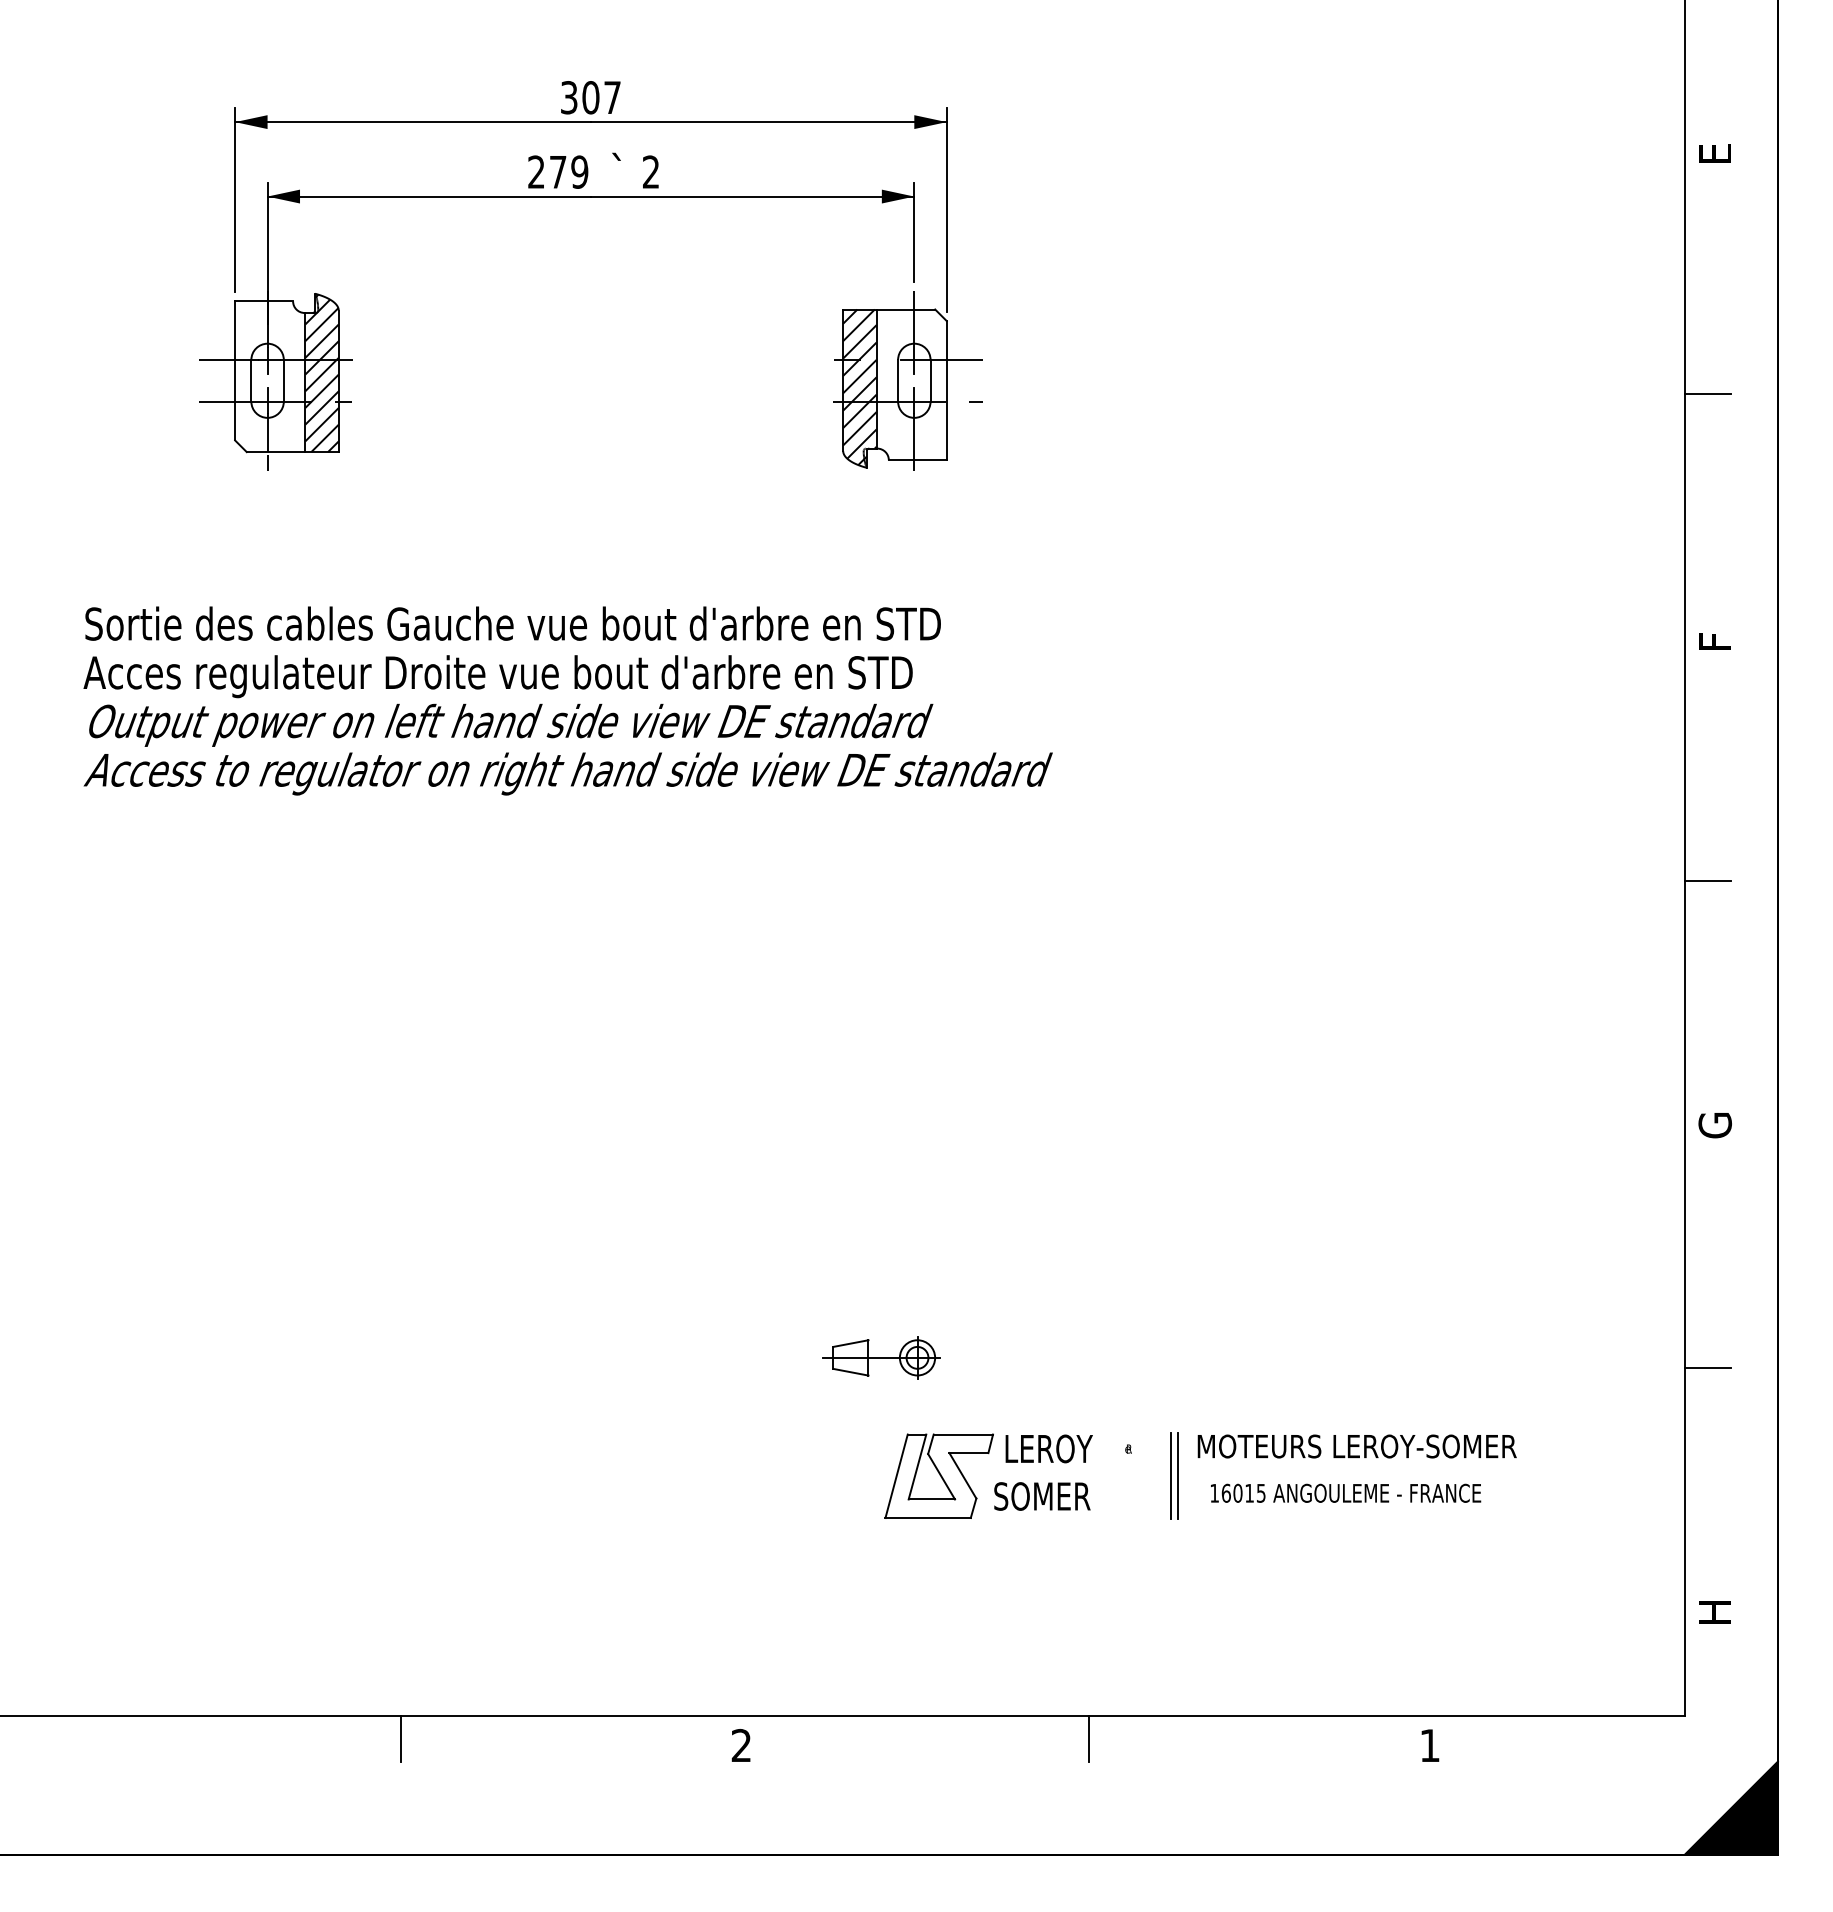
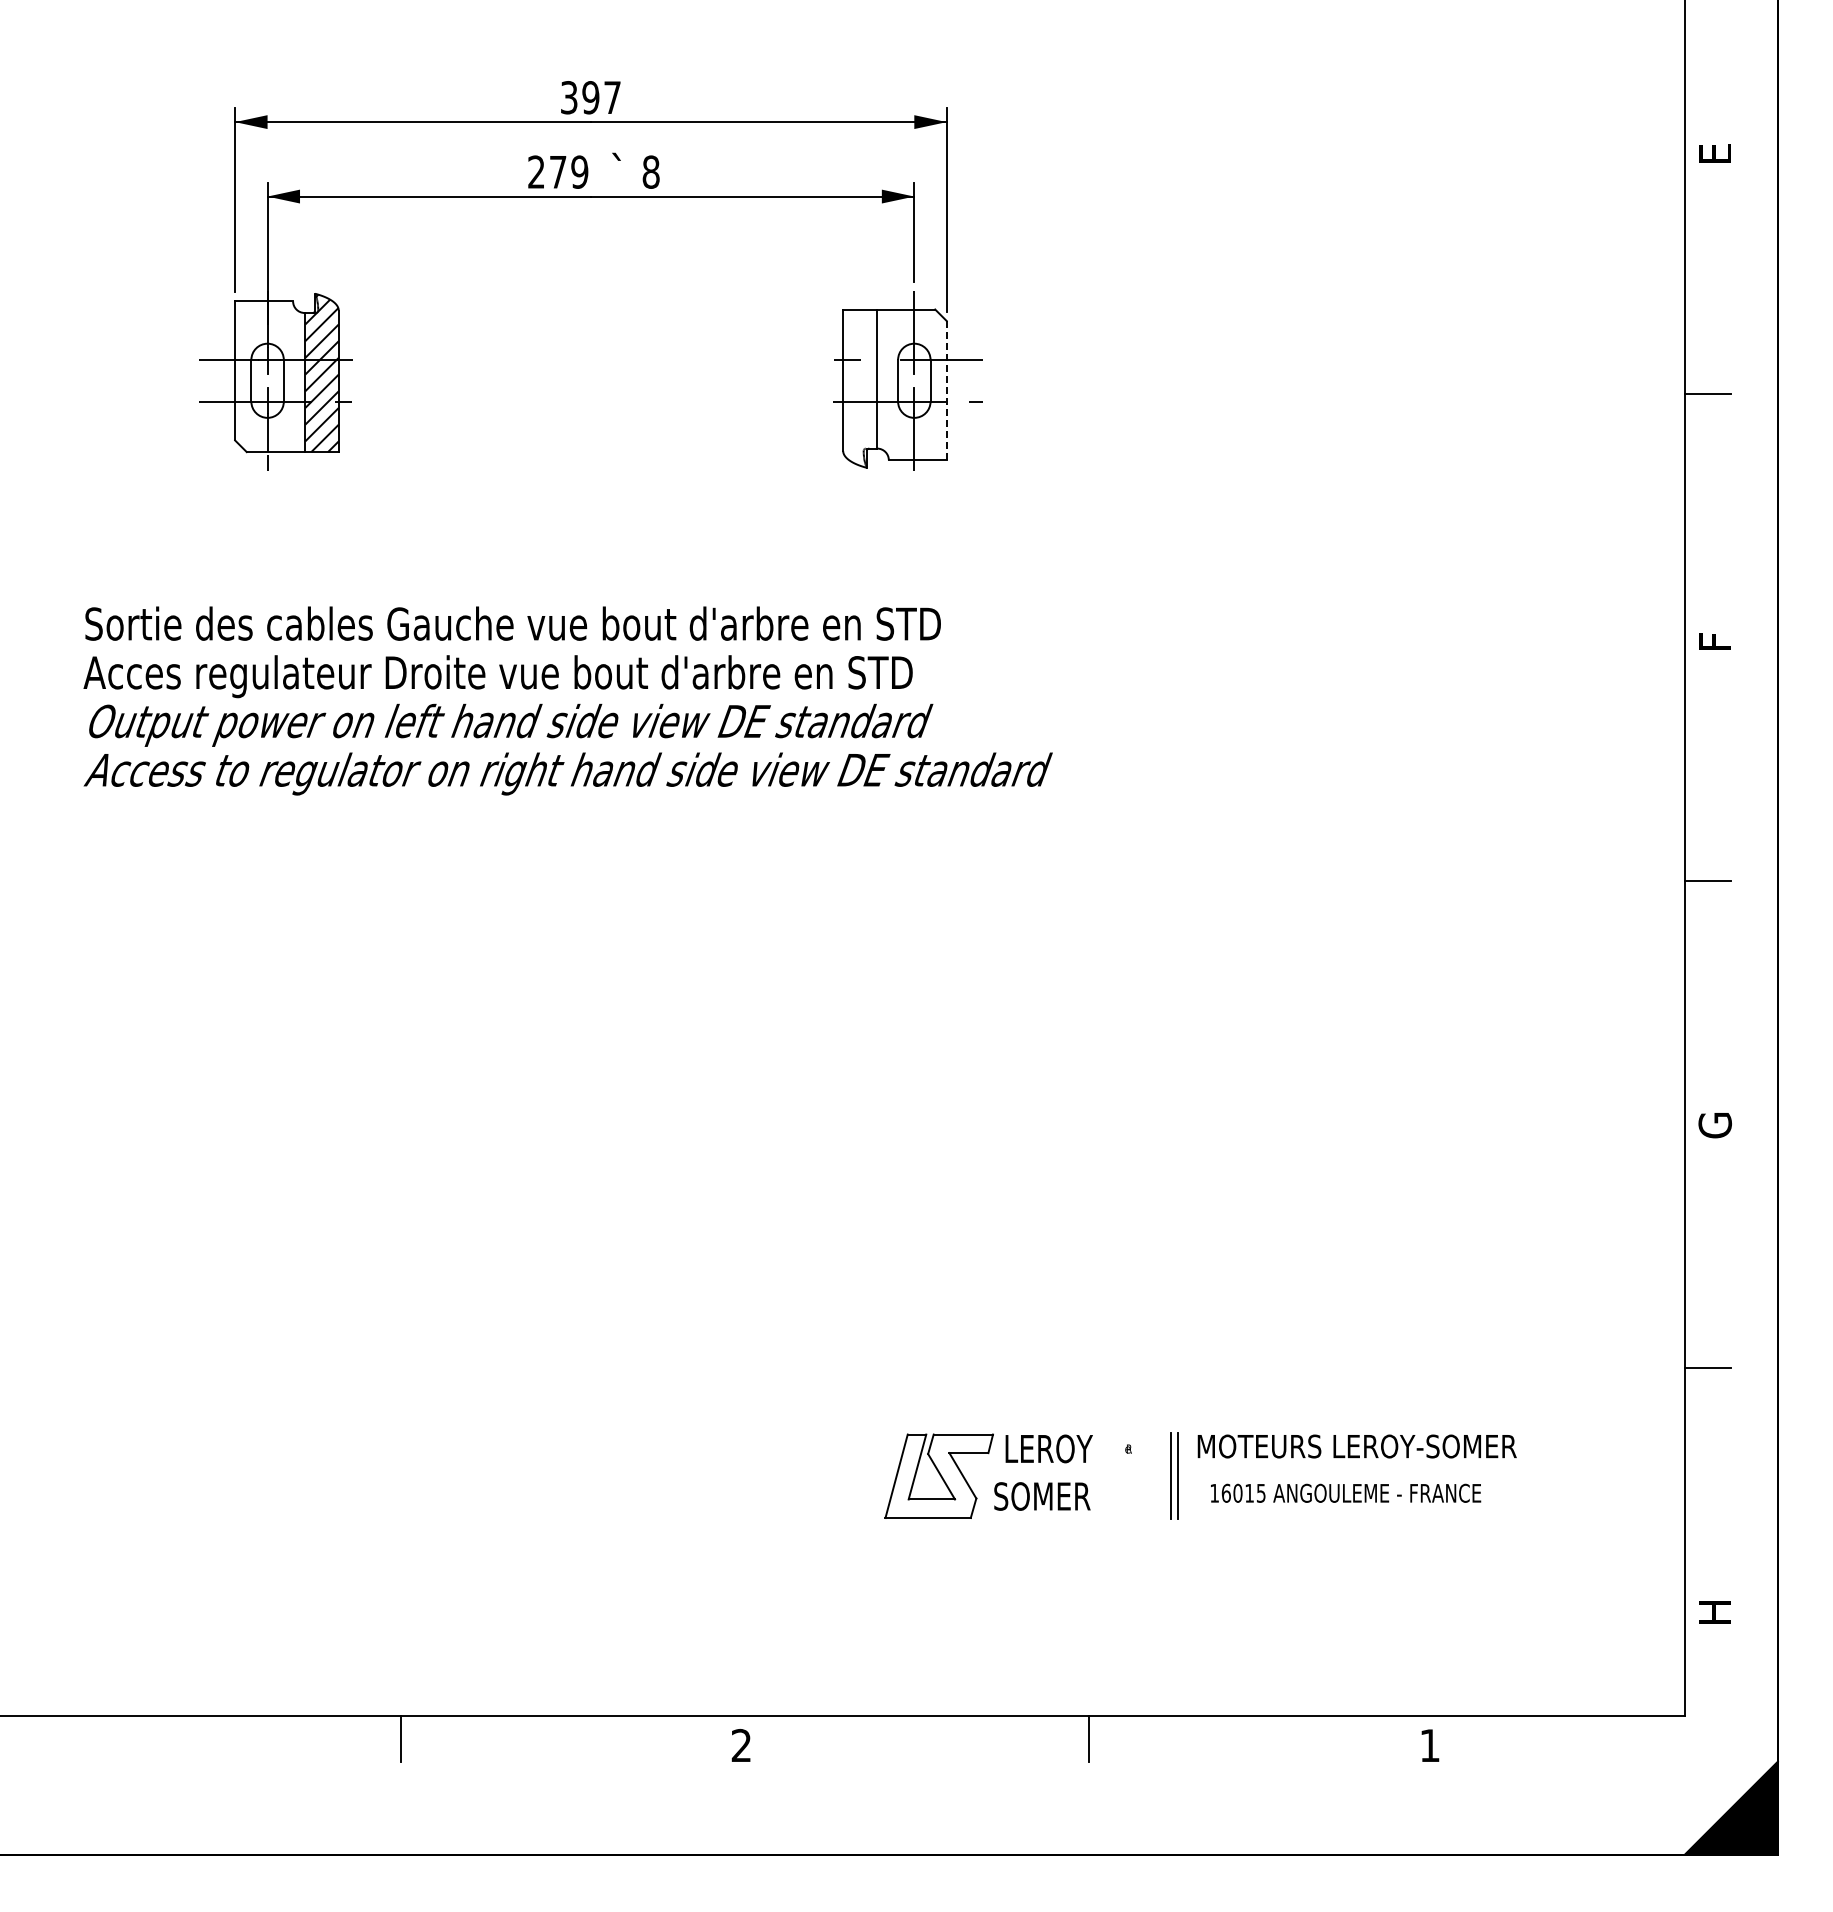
text at (590, 97): 307 -> 397
text at (650, 171): 2 -> 8
hatch at (859, 387): present -> none
line at (946, 390): solid -> dashed
part at (881, 1357): present -> none
